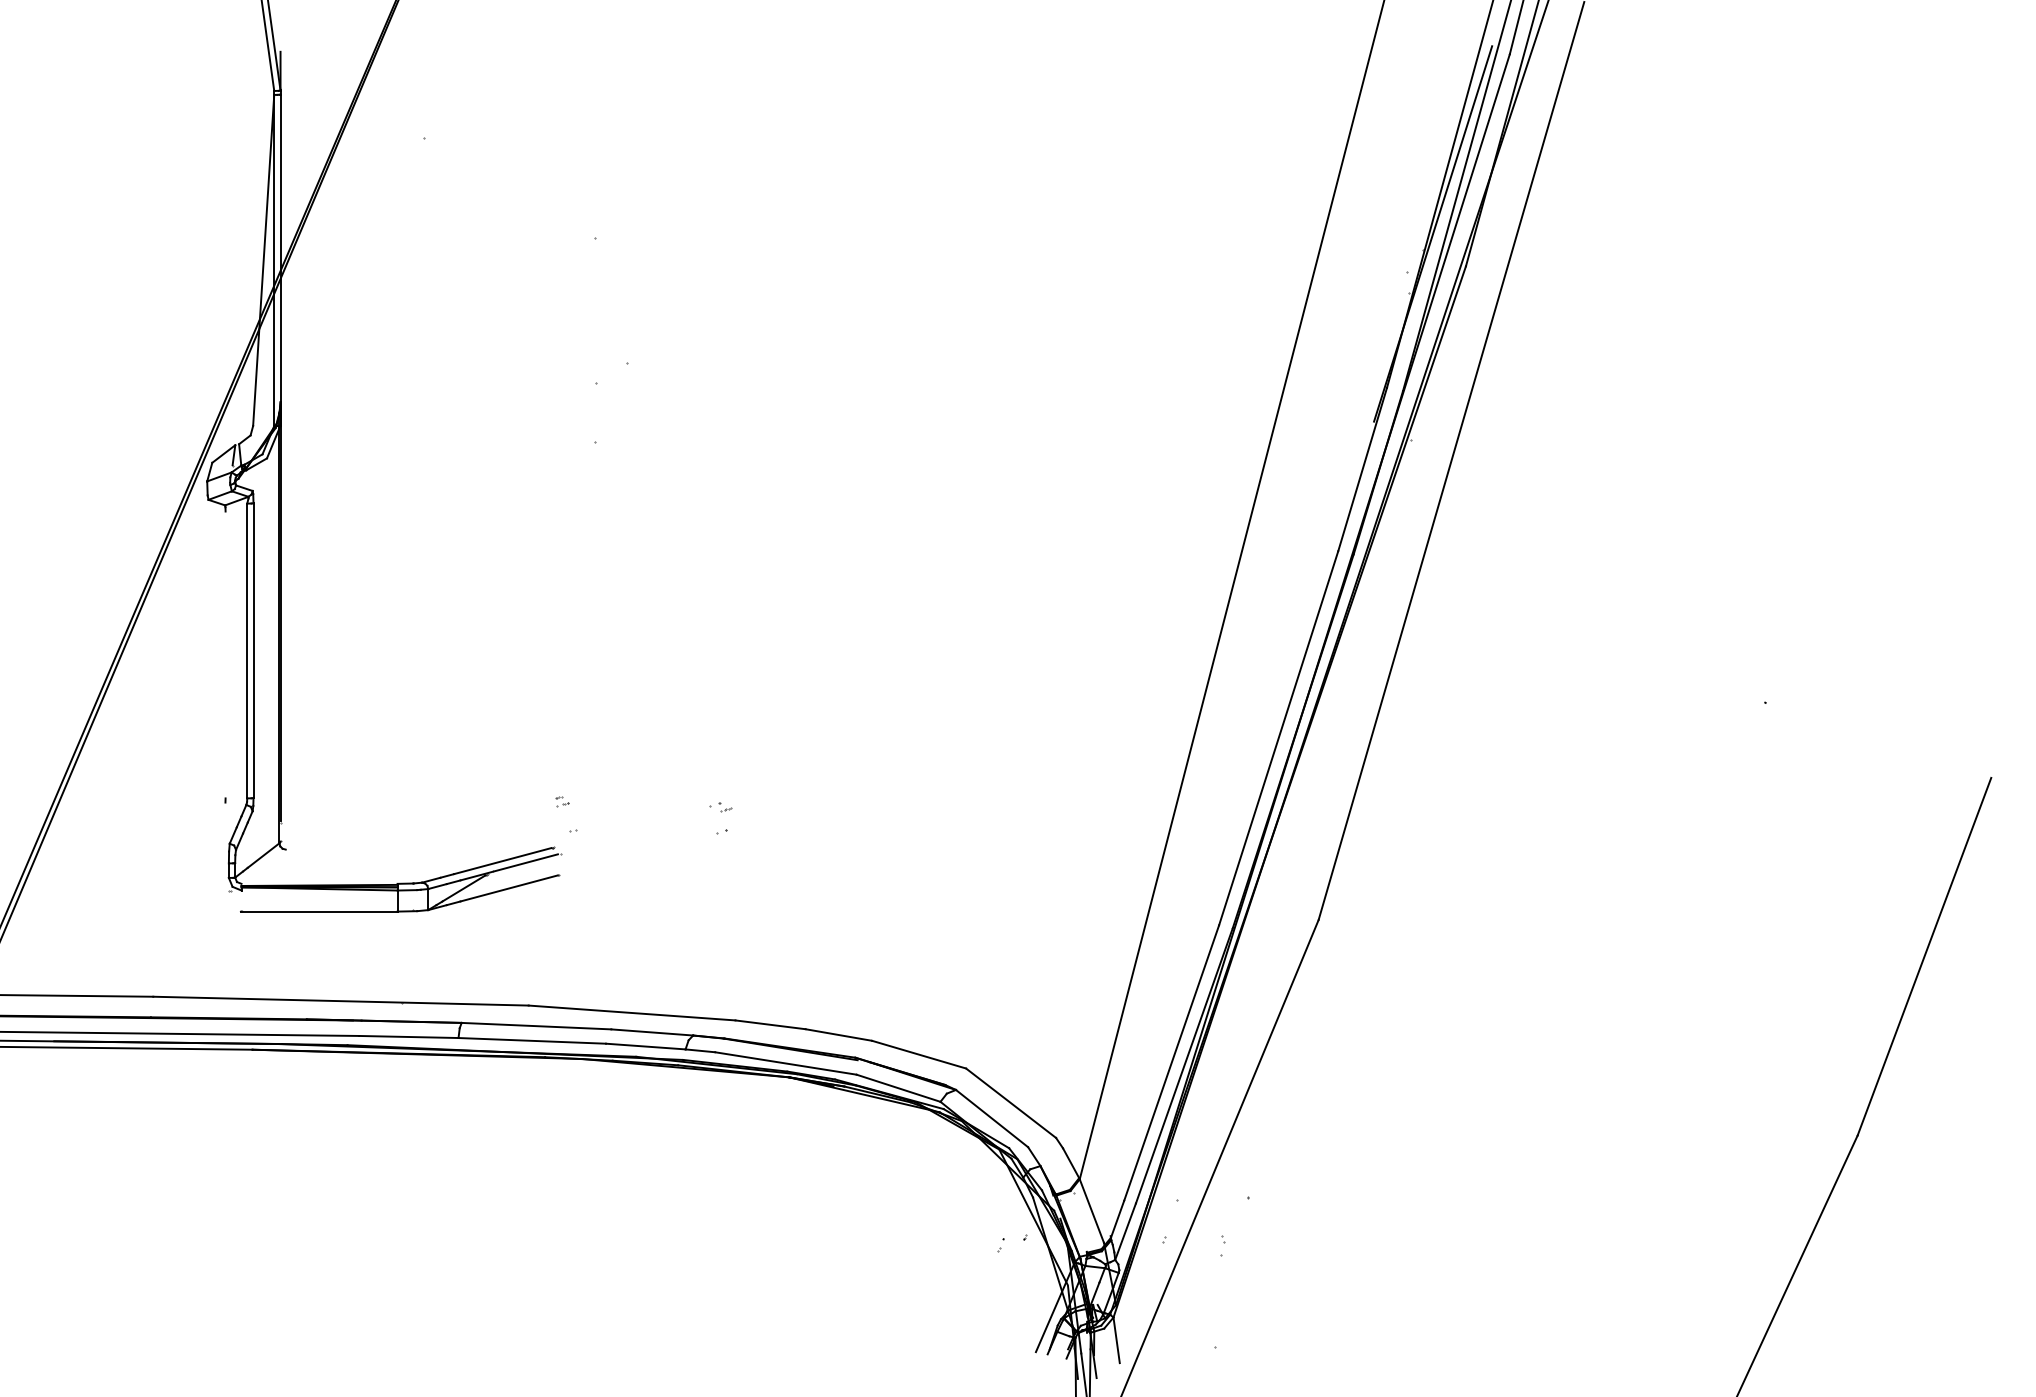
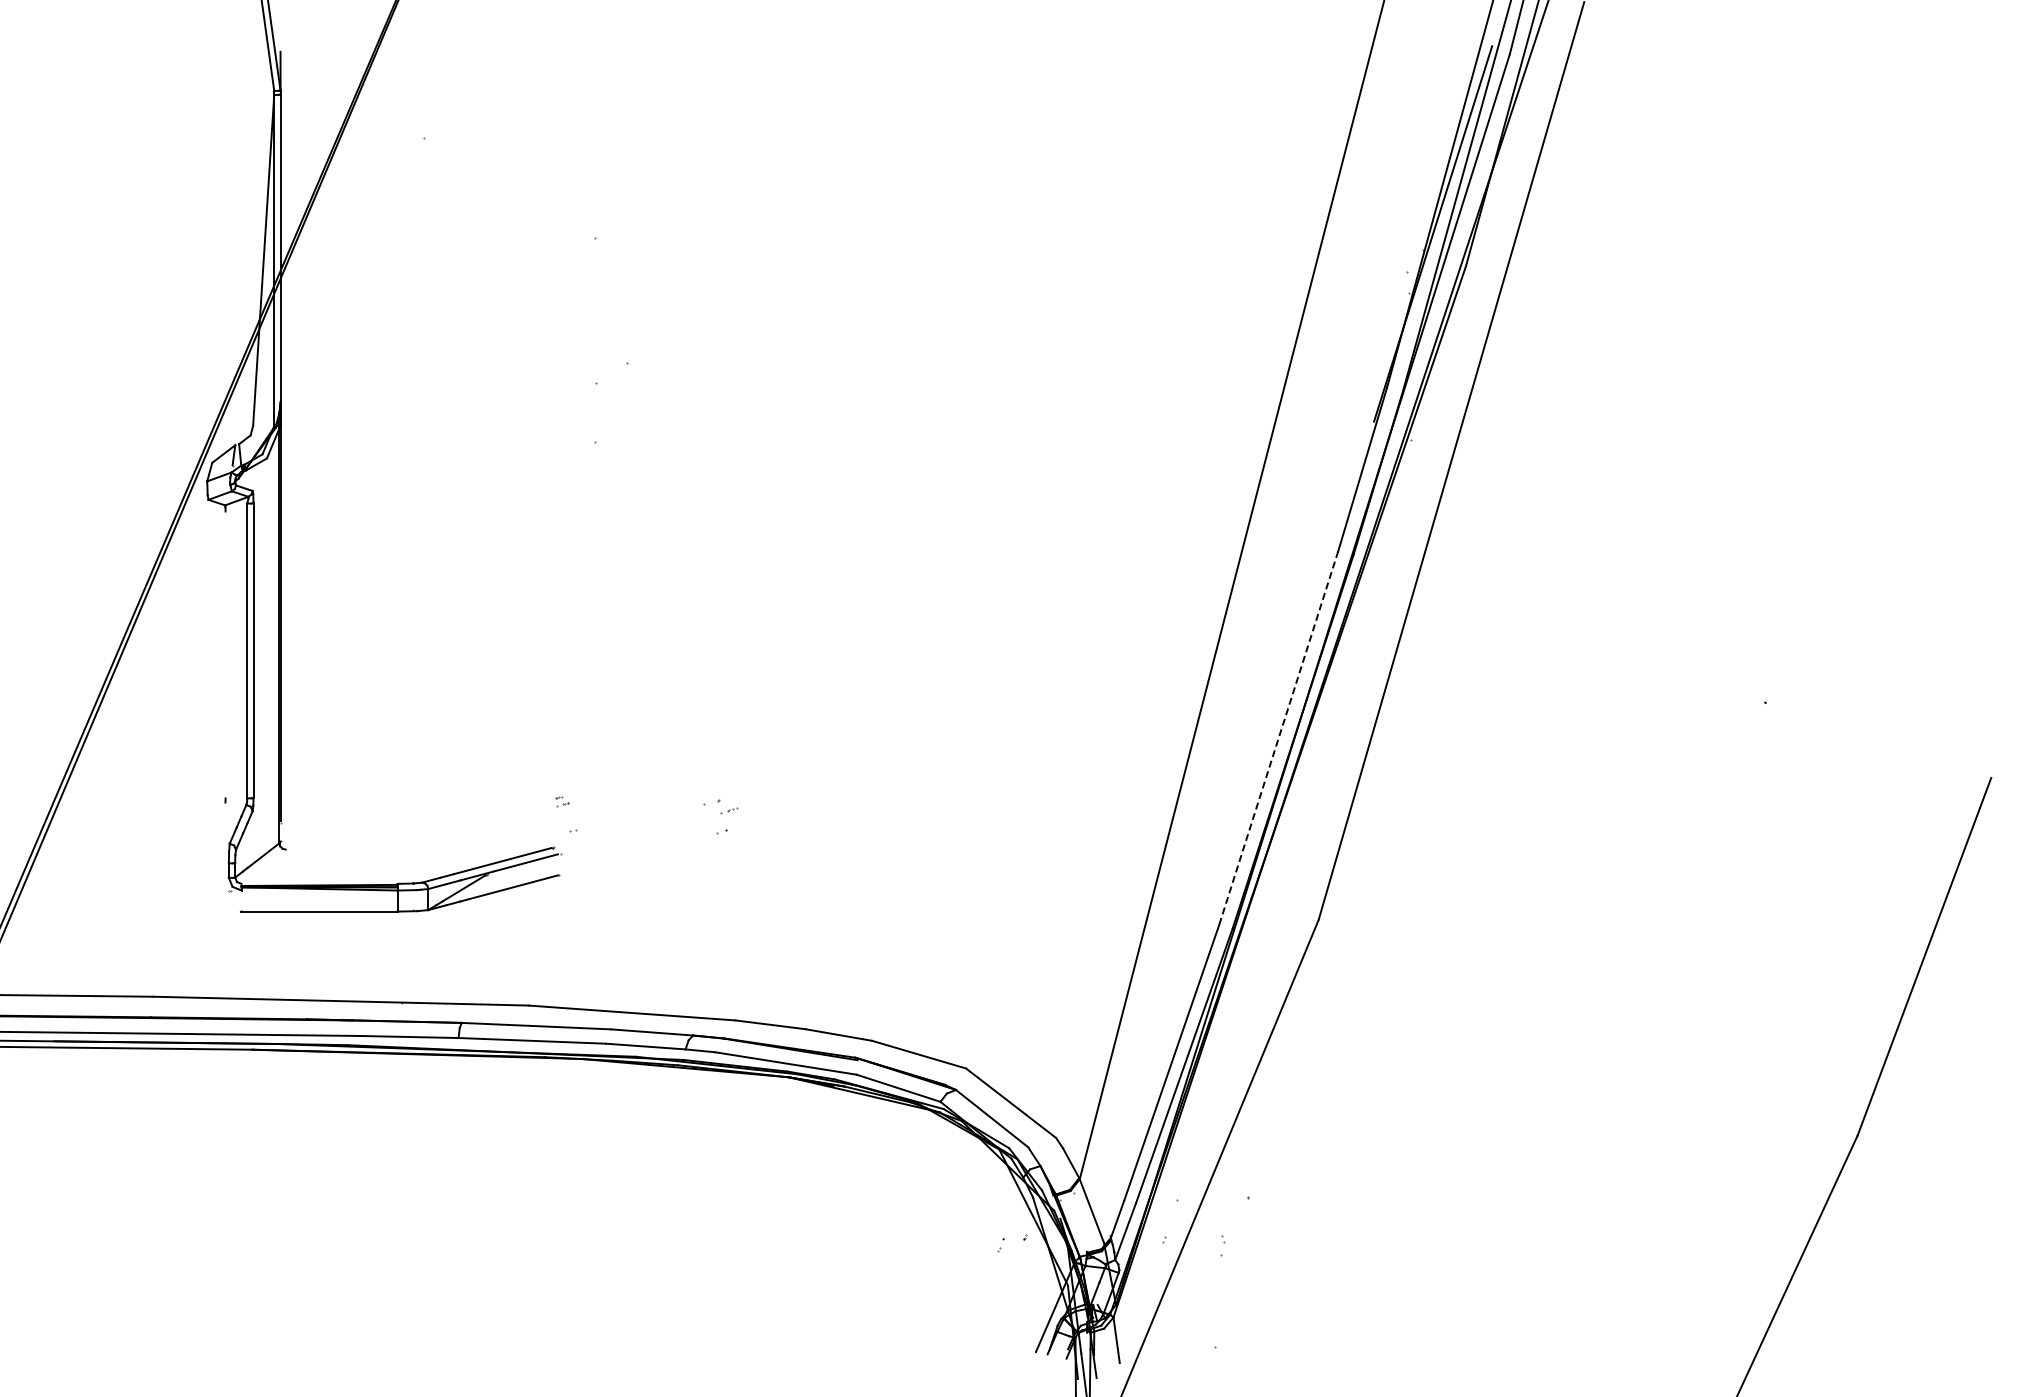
line at (1278, 738): solid -> dashed
part at (720, 807) size: 24x11 px -> 36x16 px
